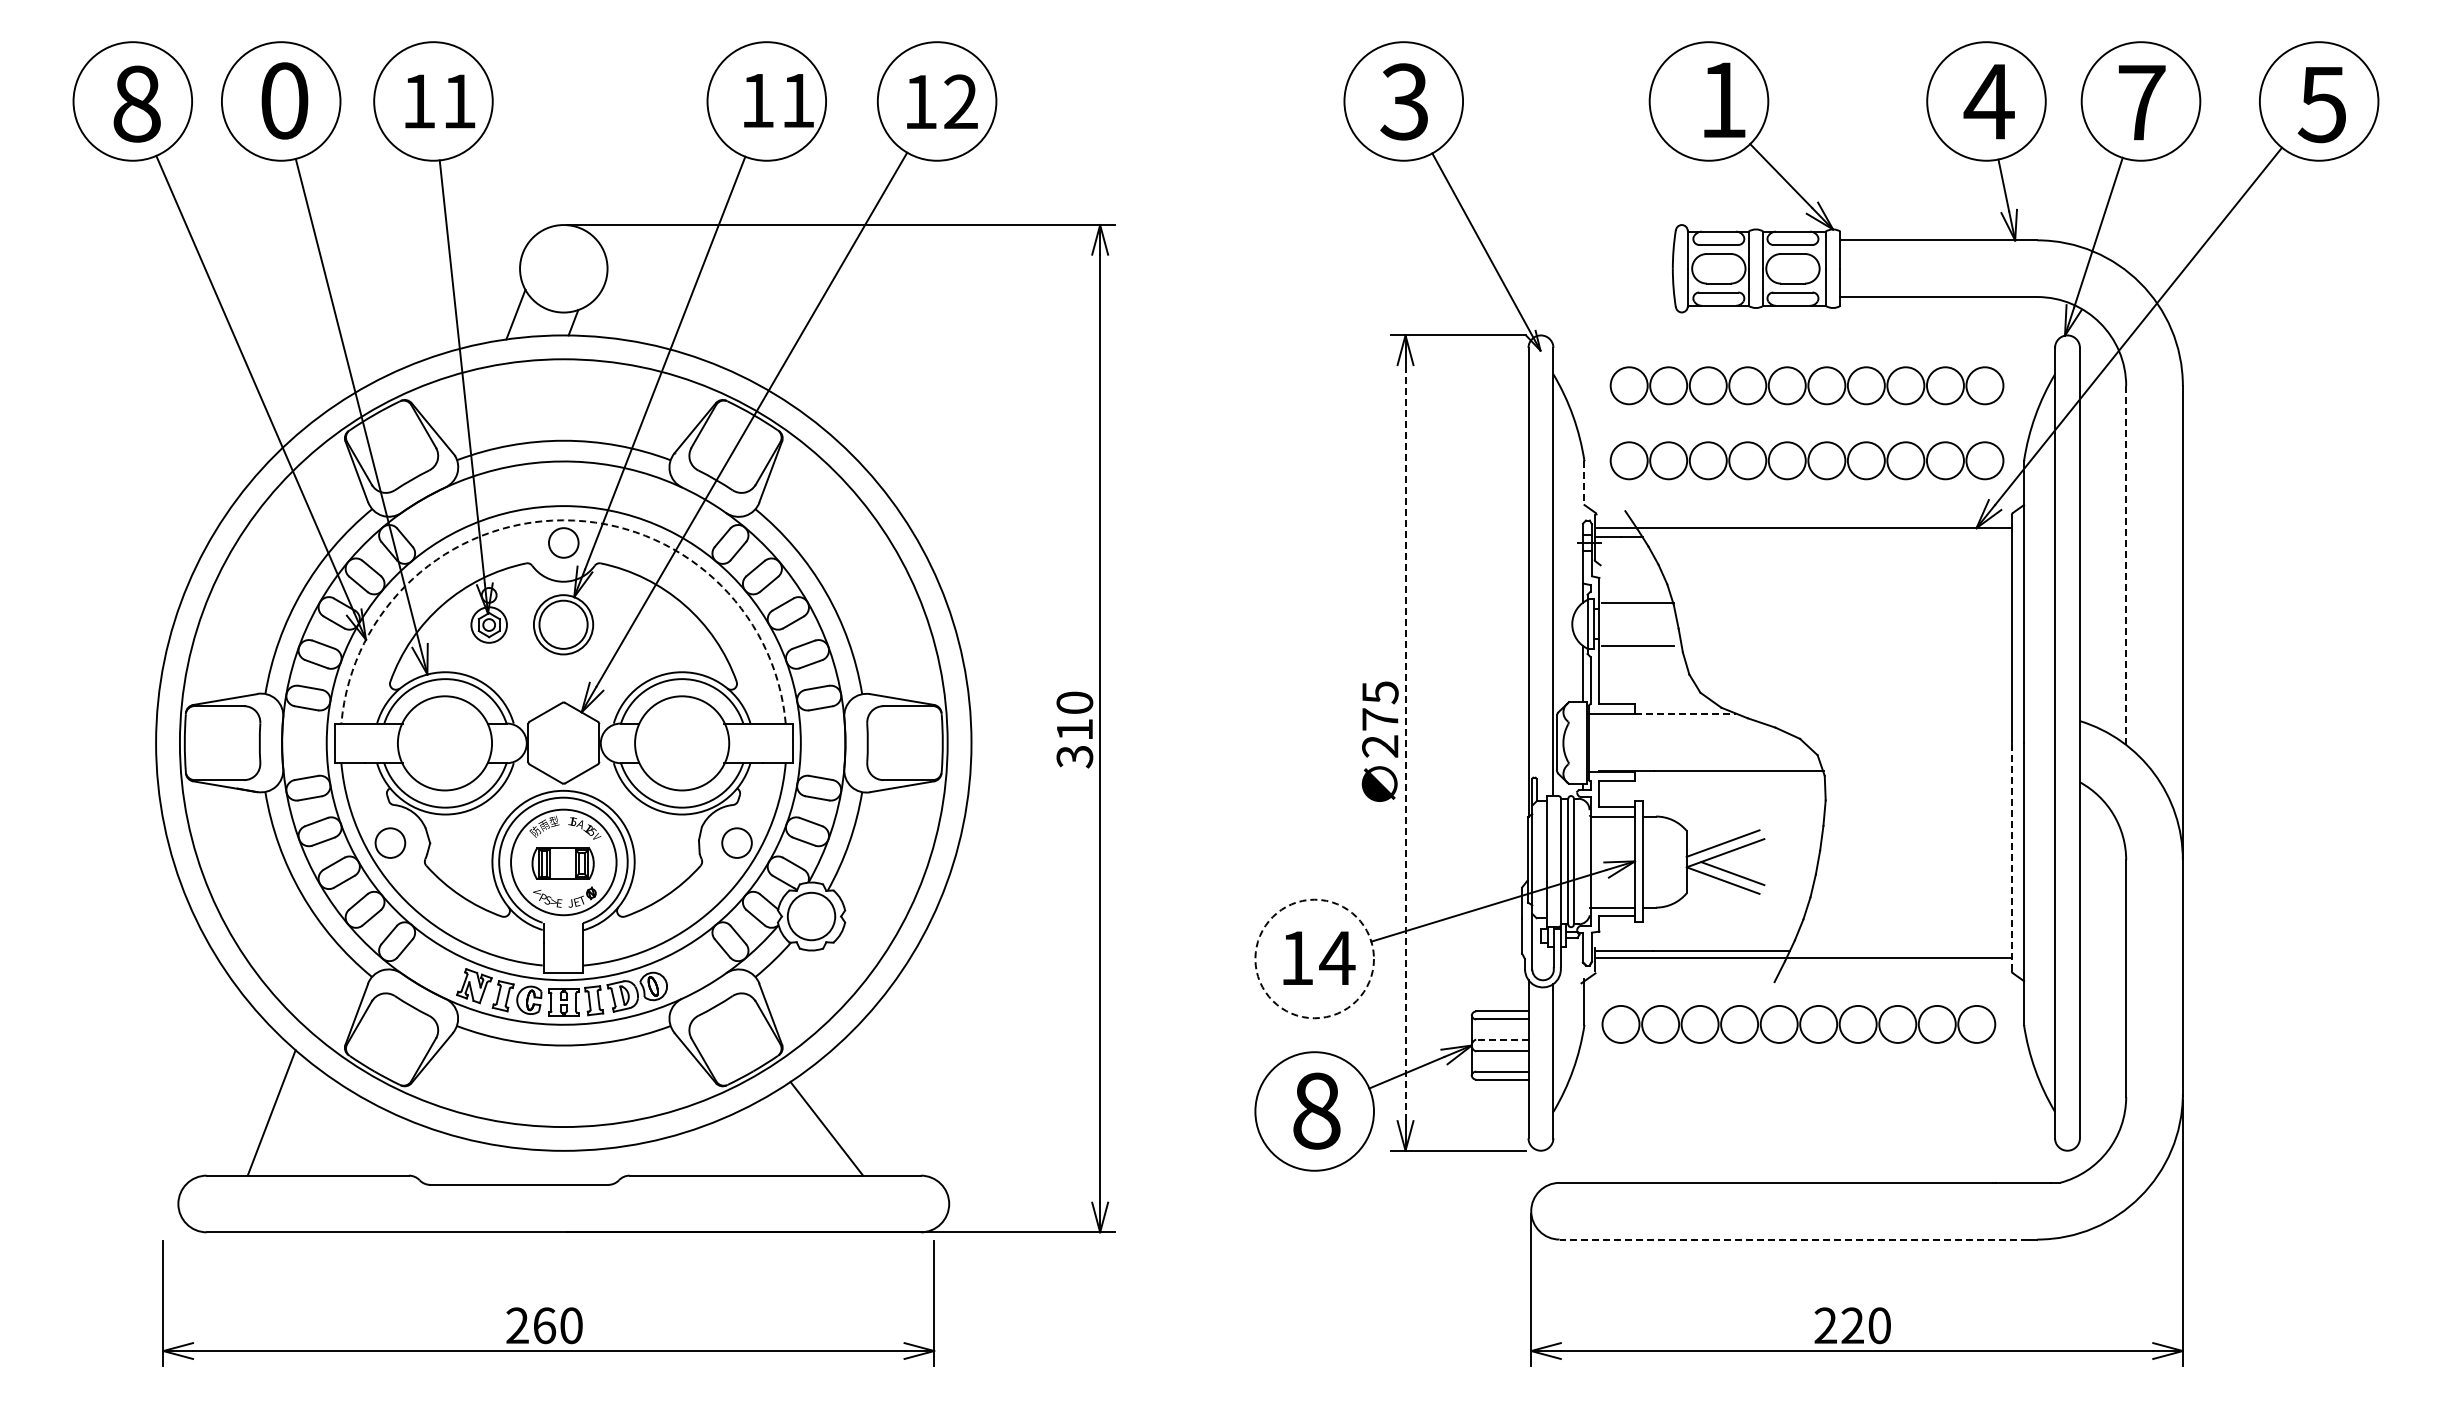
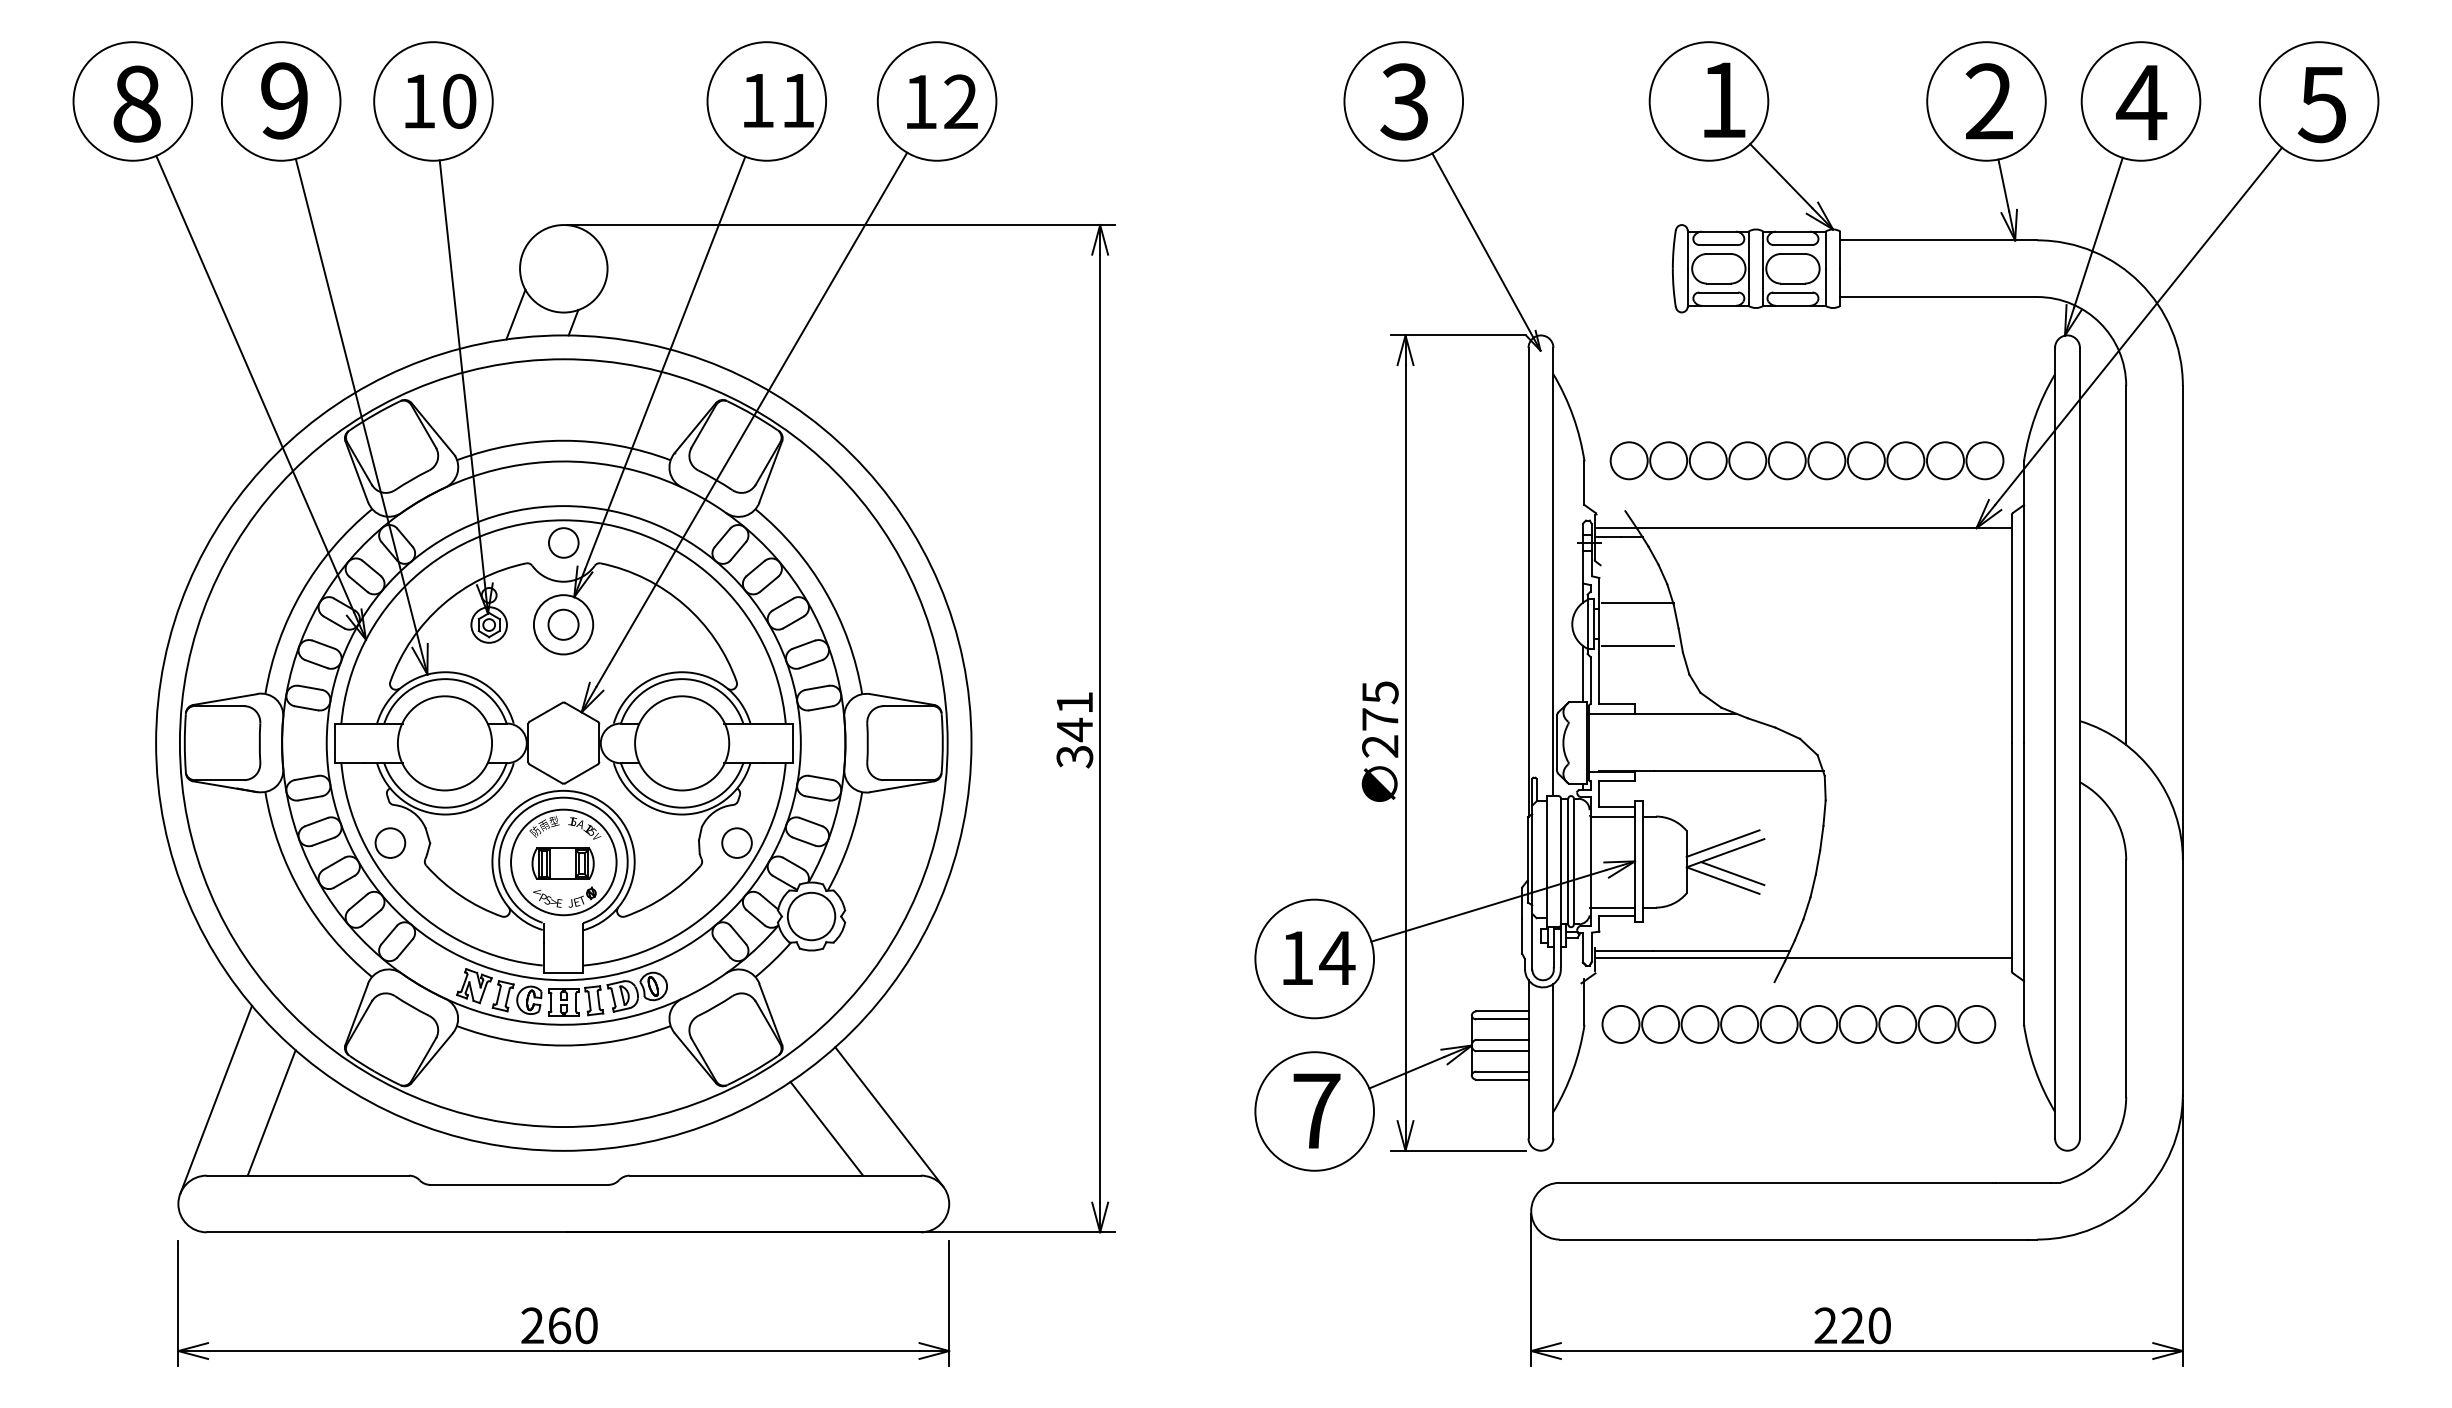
text at (284, 100): 0 -> 9
text at (459, 100): 11 -> 10
text at (1988, 101): 4 -> 2
text at (2141, 102): 7 -> 4
part at (1806, 385): present -> none
line at (1584, 483): dashed -> solid
arc at (563, 520): dashed -> solid
line at (2126, 565): dashed -> solid
circle at (563, 624) diameter: 48 px -> 30 px
line at (1685, 714): dashed -> solid
text at (1074, 716): 310 -> 341
line at (1405, 743): dashed -> solid
line at (2011, 857): dashed -> solid
circle at (1314, 958): dashed -> solid
line at (1501, 1039): dashed -> solid
line at (216, 1099): none -> present
text at (1316, 1110): 8 -> 7
line at (889, 1116): none -> present
line at (1793, 1239): dashed -> solid
part at (548, 1303) position: (548, 1303) -> (563, 1303)
